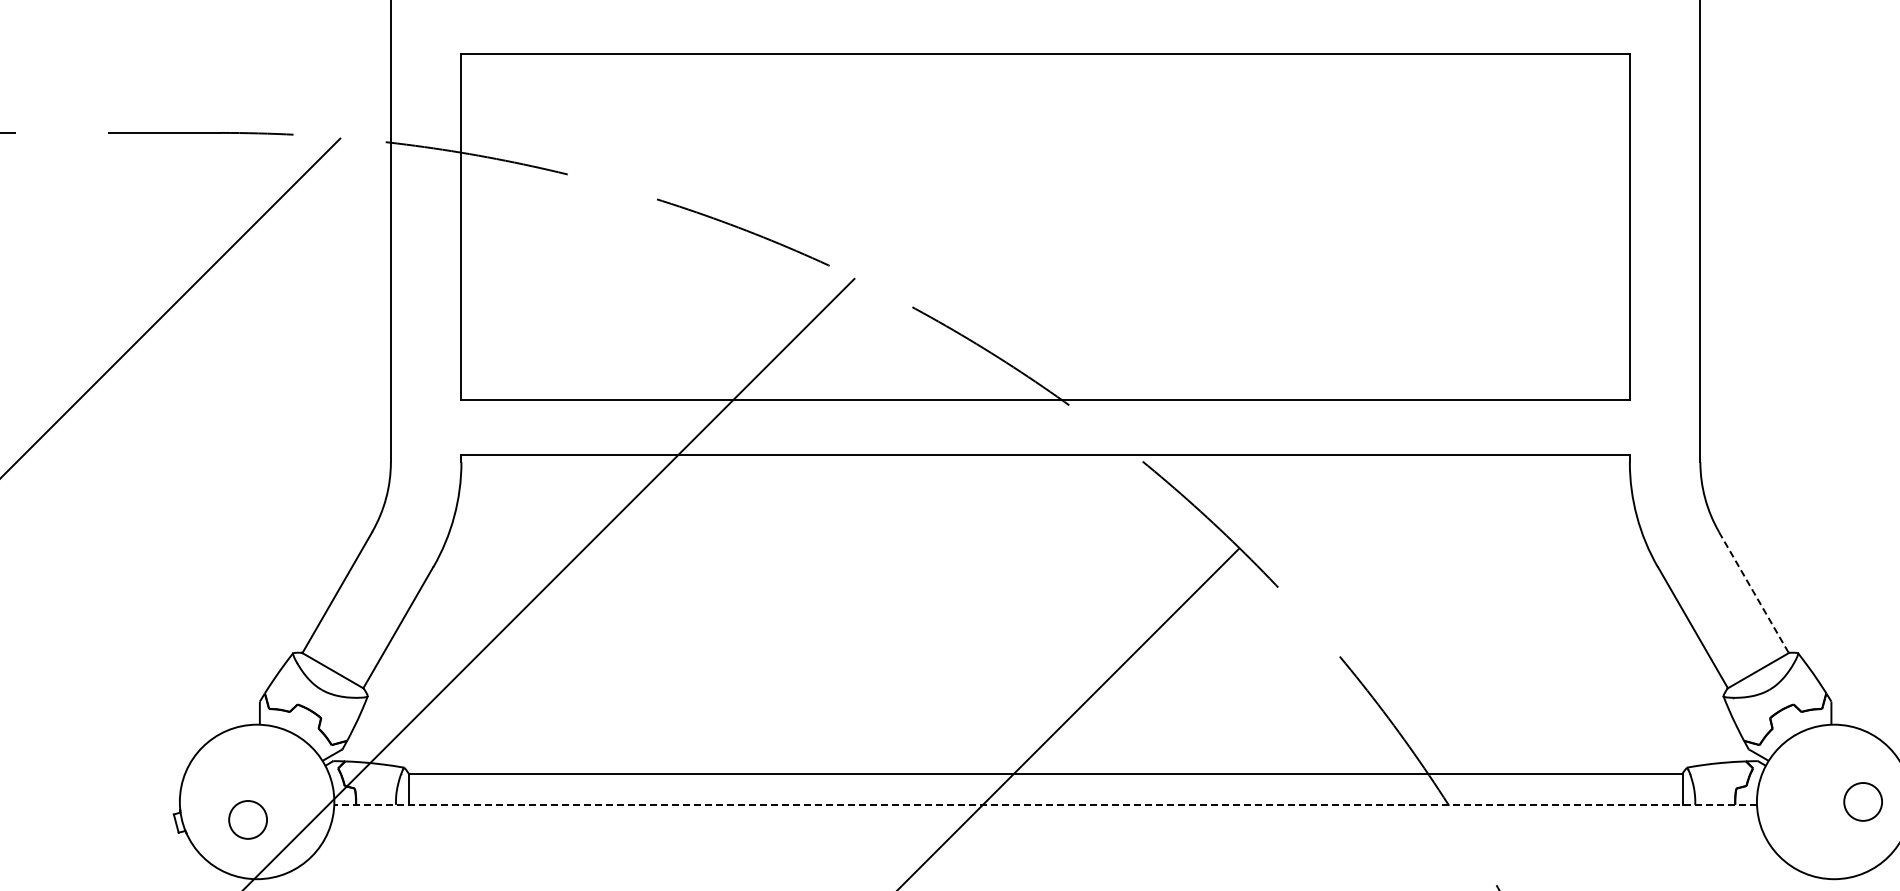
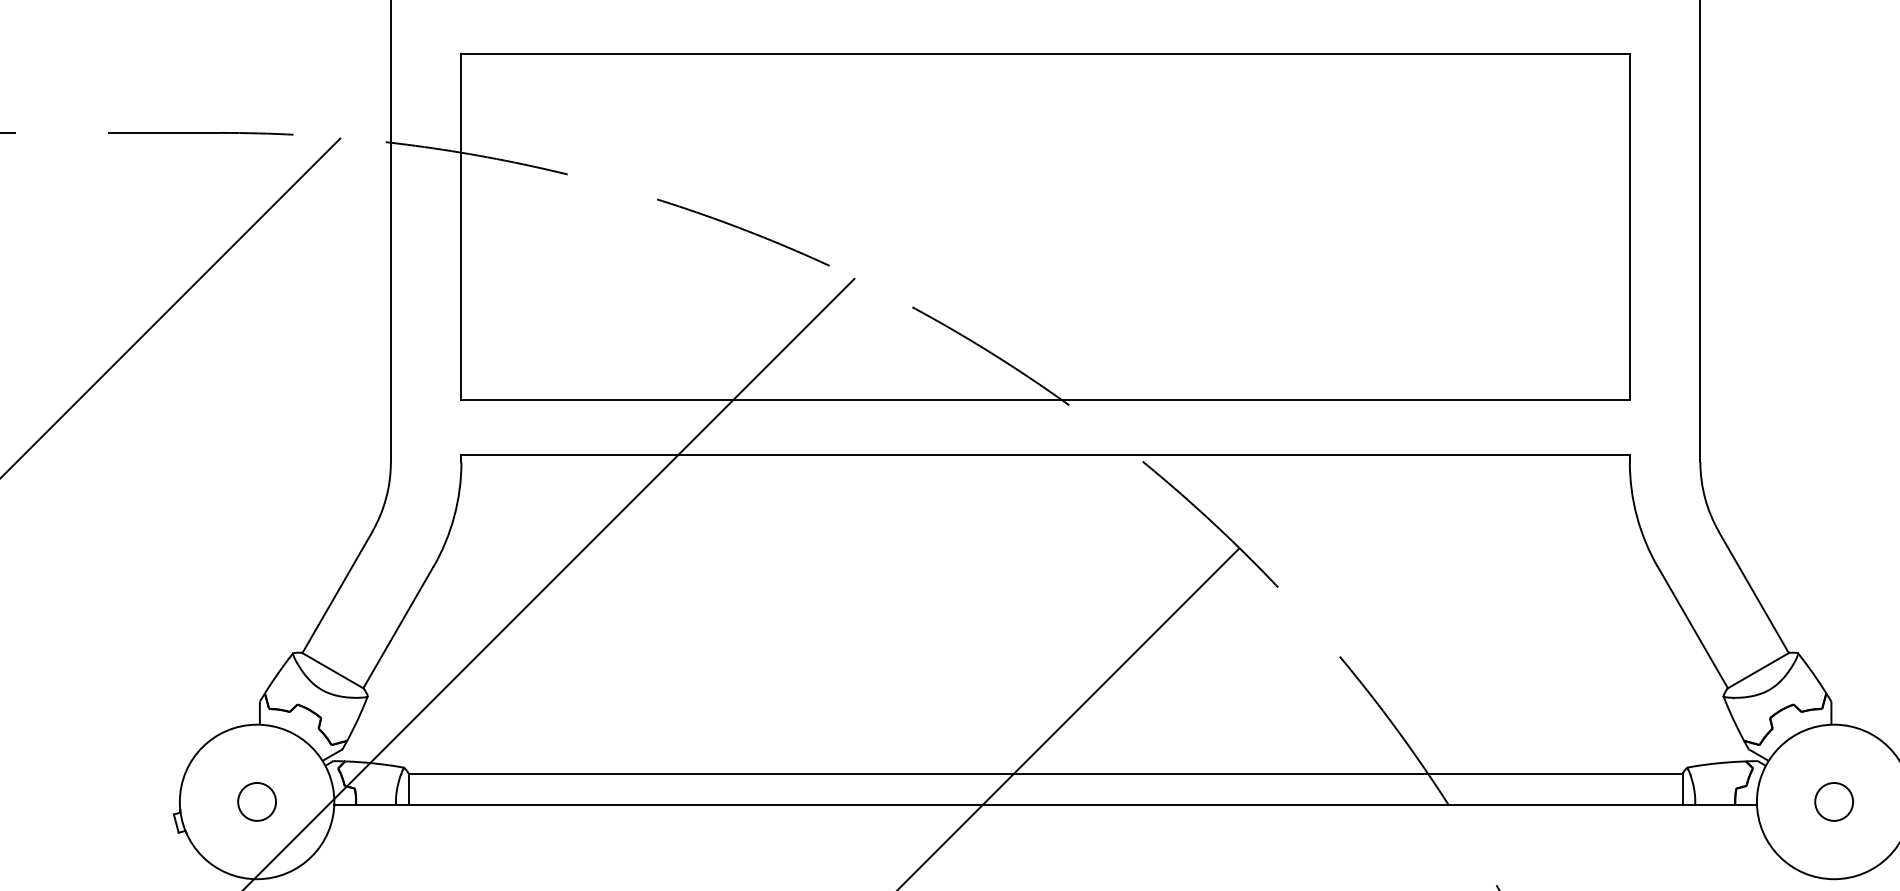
line at (1753, 592): dashed -> solid
circle at (1862, 801) position: (1862, 801) -> (1833, 801)
line at (1045, 804): dashed -> solid
circle at (247, 819) position: (247, 819) -> (256, 801)
